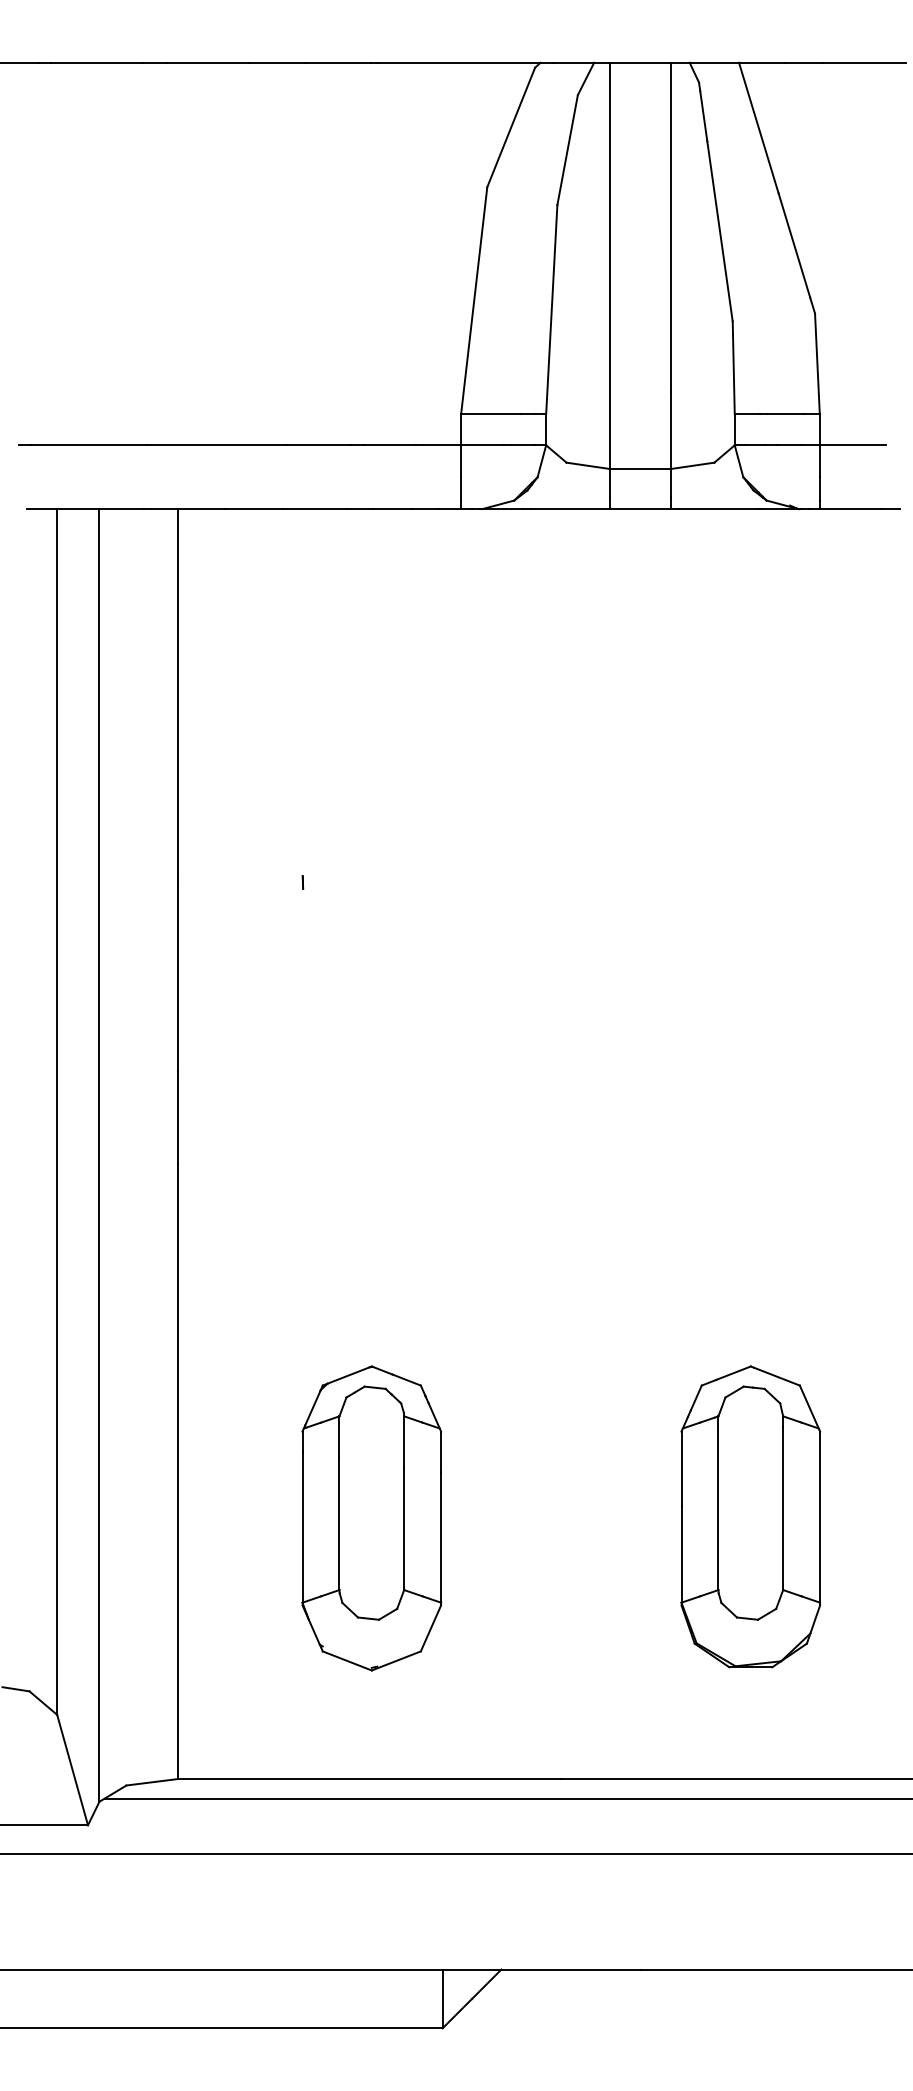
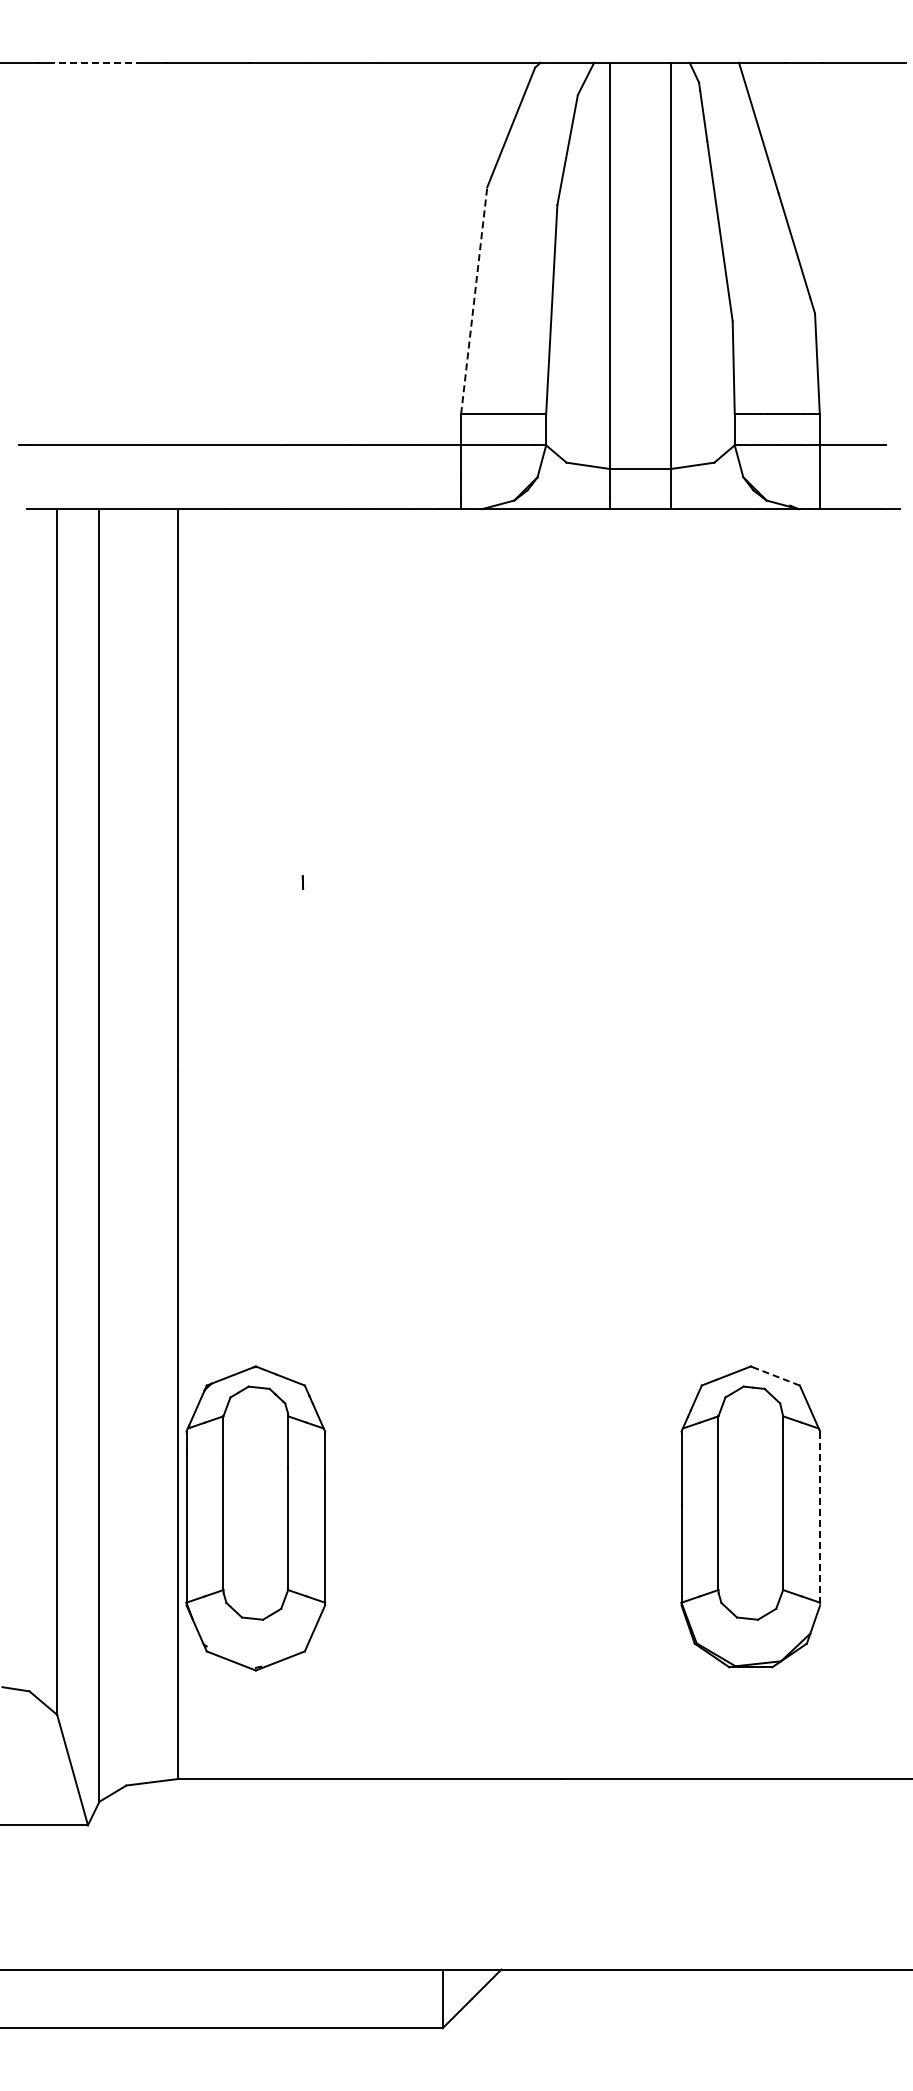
line at (96, 62): solid -> dashed
line at (474, 300): solid -> dashed
line at (776, 1376): solid -> dashed
part at (371, 1518) position: (371, 1518) -> (255, 1518)
line at (820, 1518): solid -> dashed
line at (506, 1798): present -> none
line at (455, 1853): present -> none
